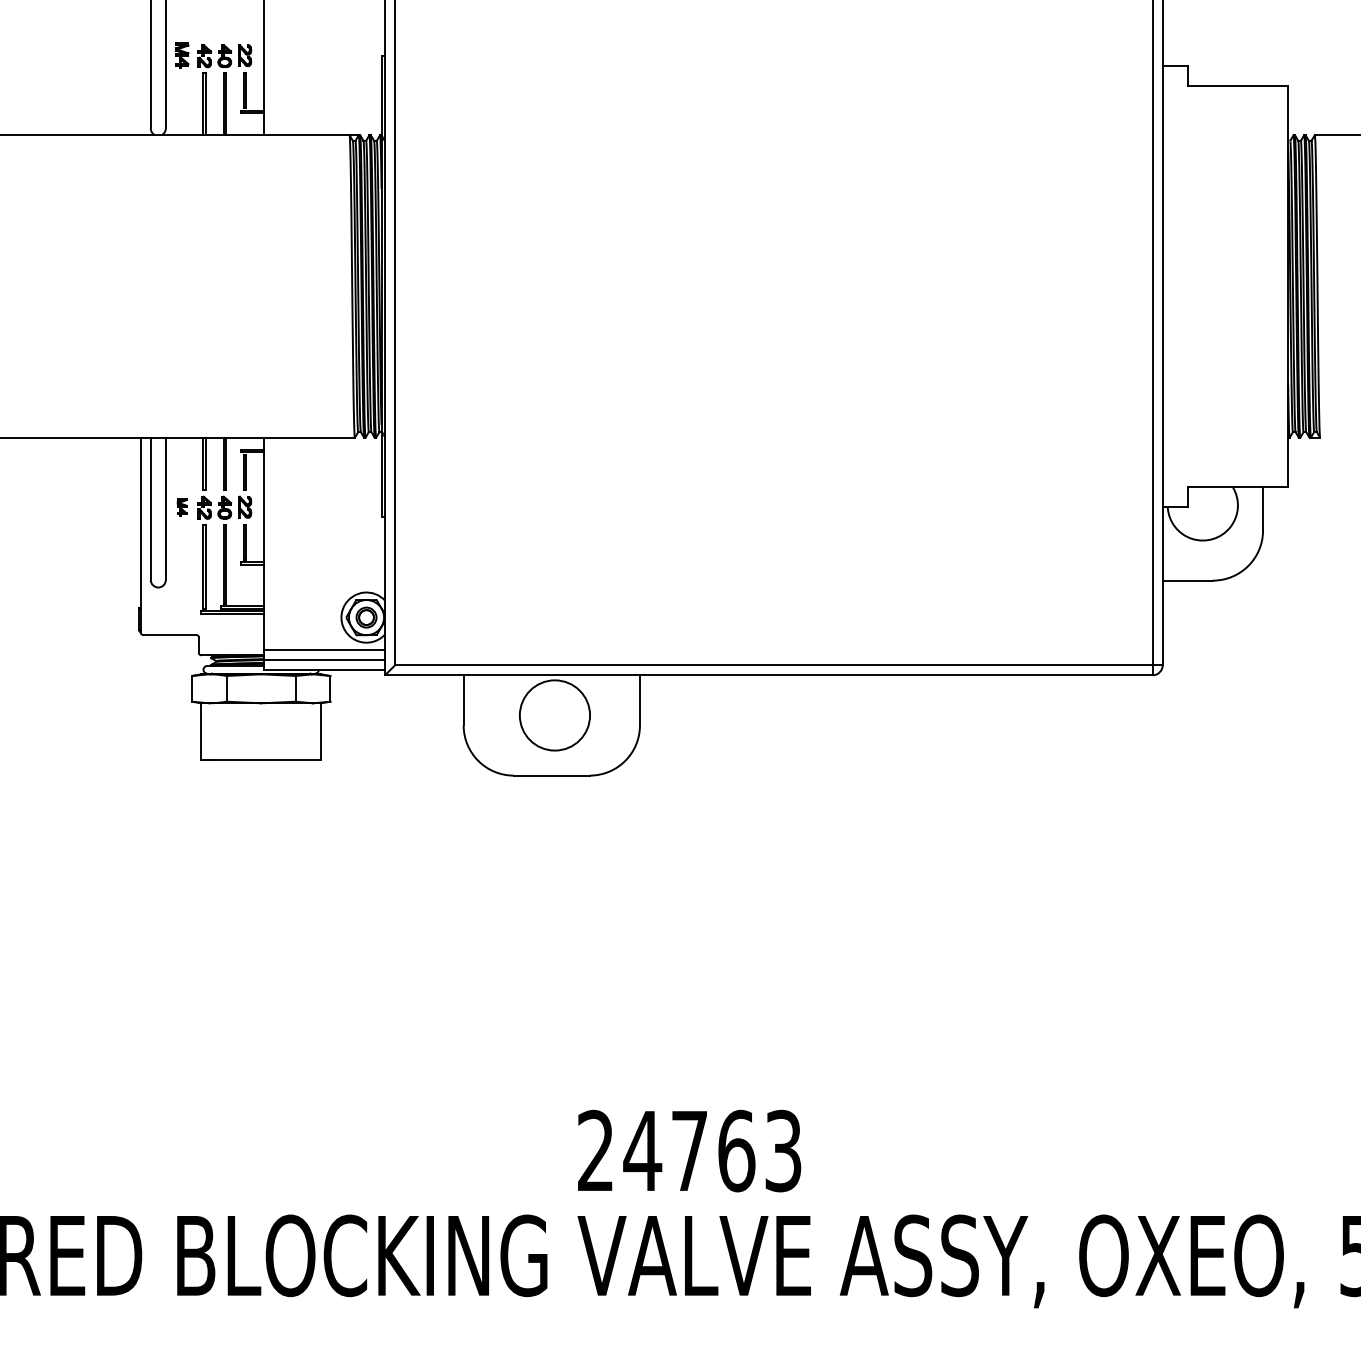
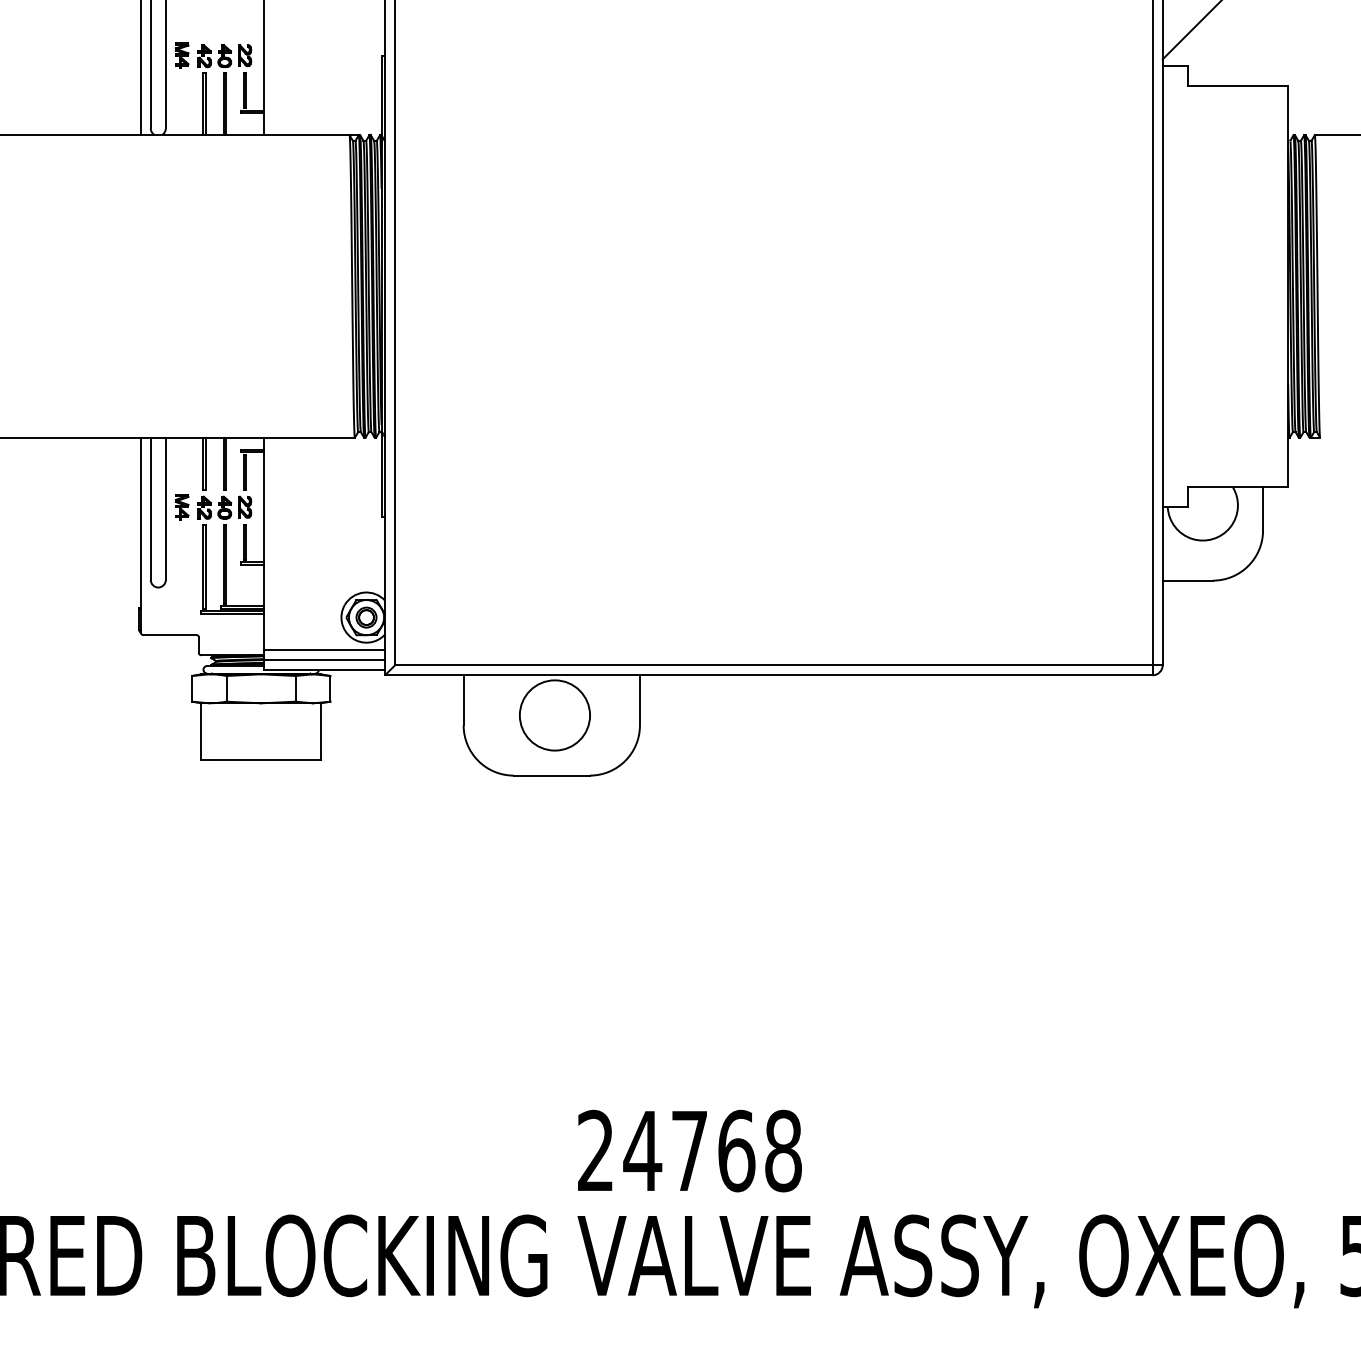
line at (1191, 30): none -> present
line at (140, 68): none -> present
part at (181, 507) size: 12x19 px -> 16x27 px
text at (783, 1150): 24763 -> 24768
